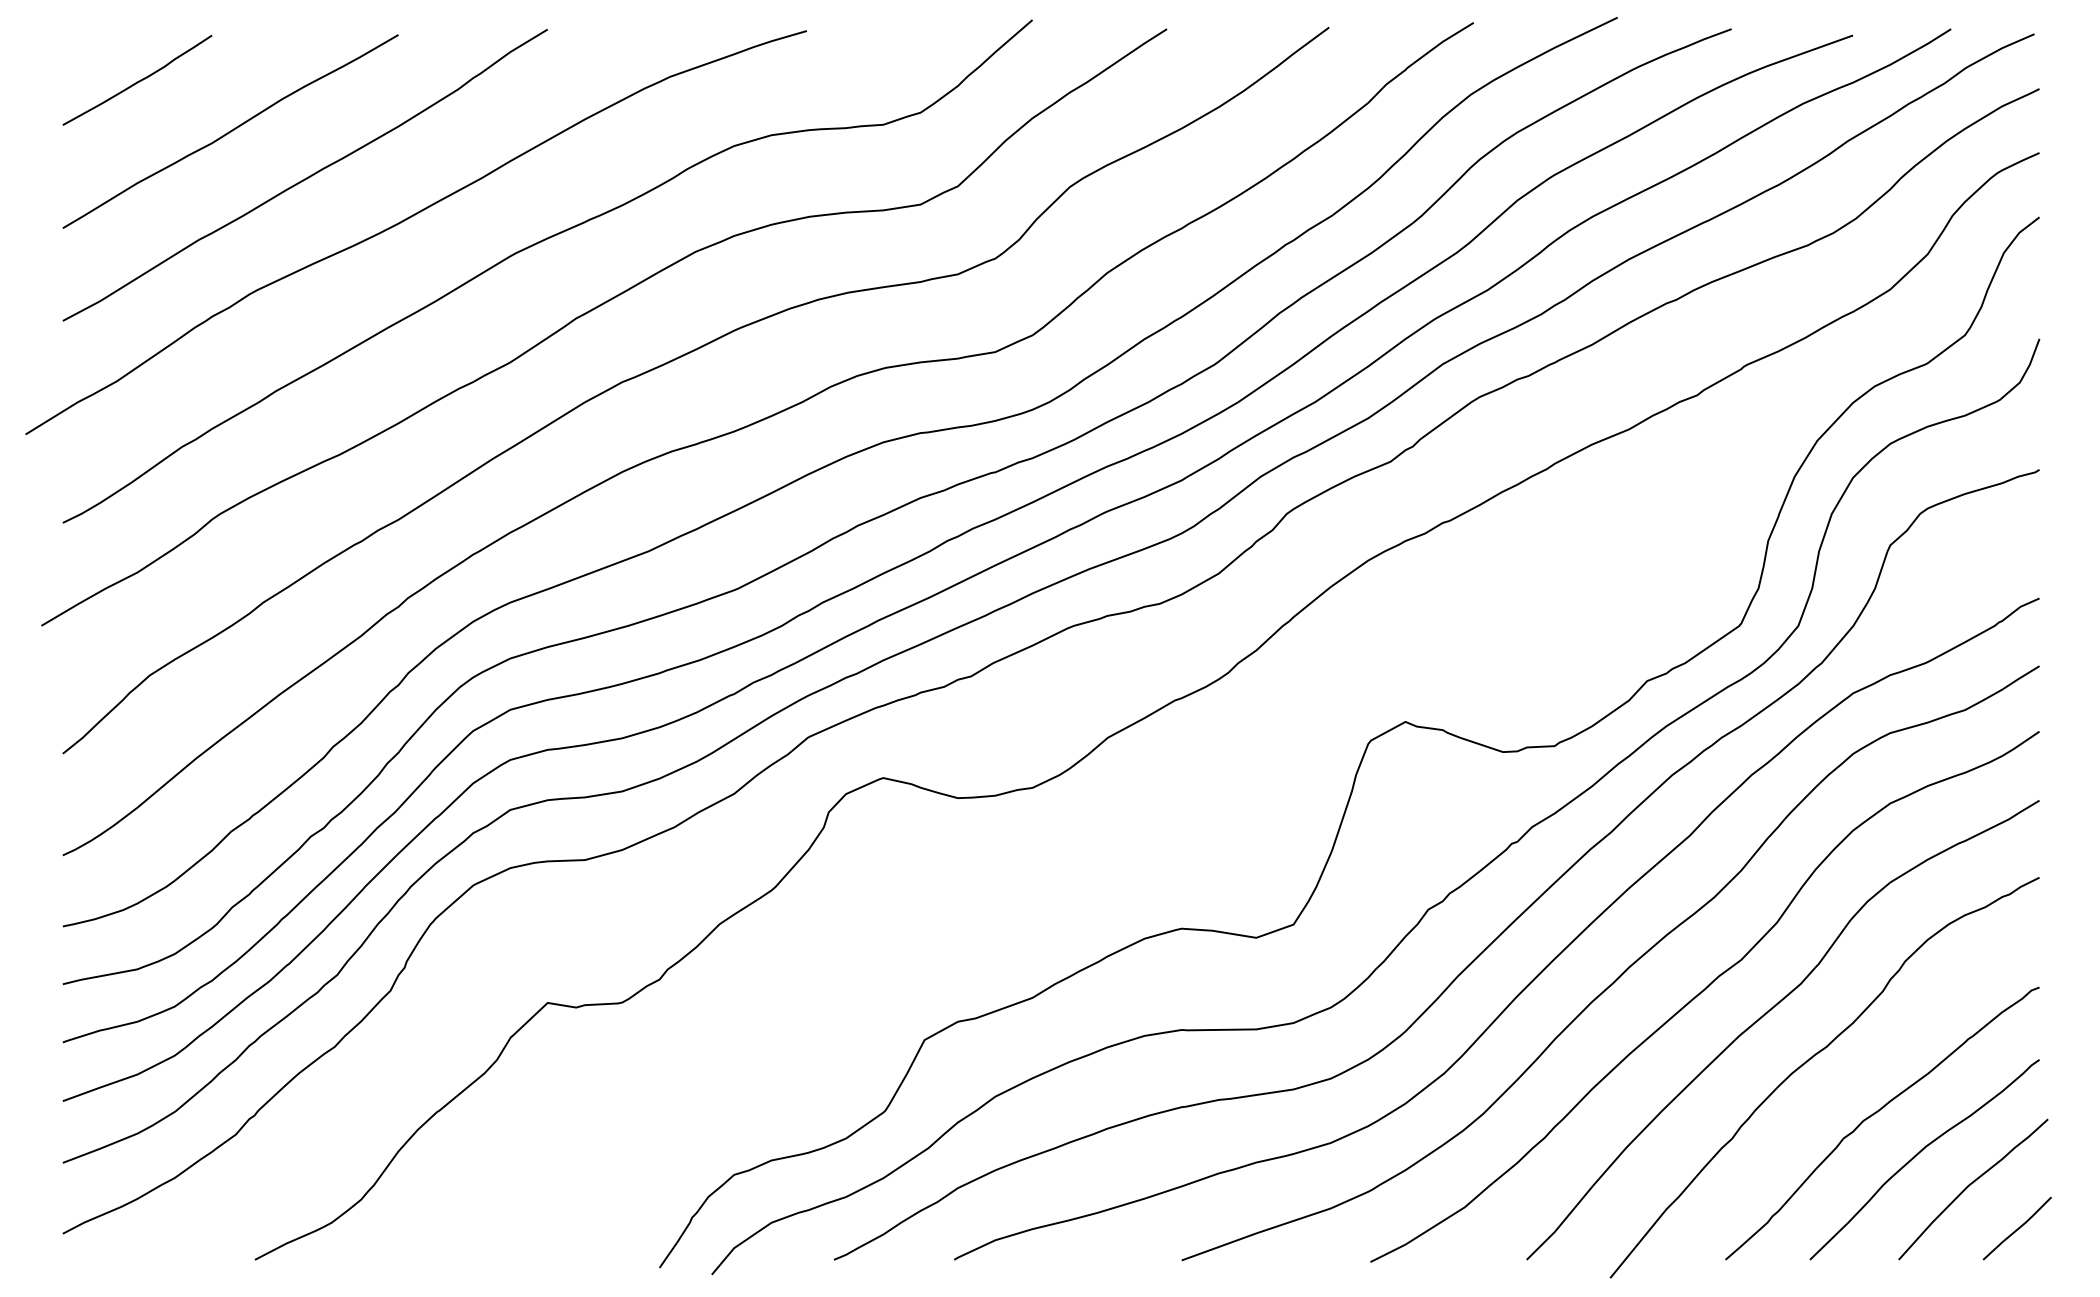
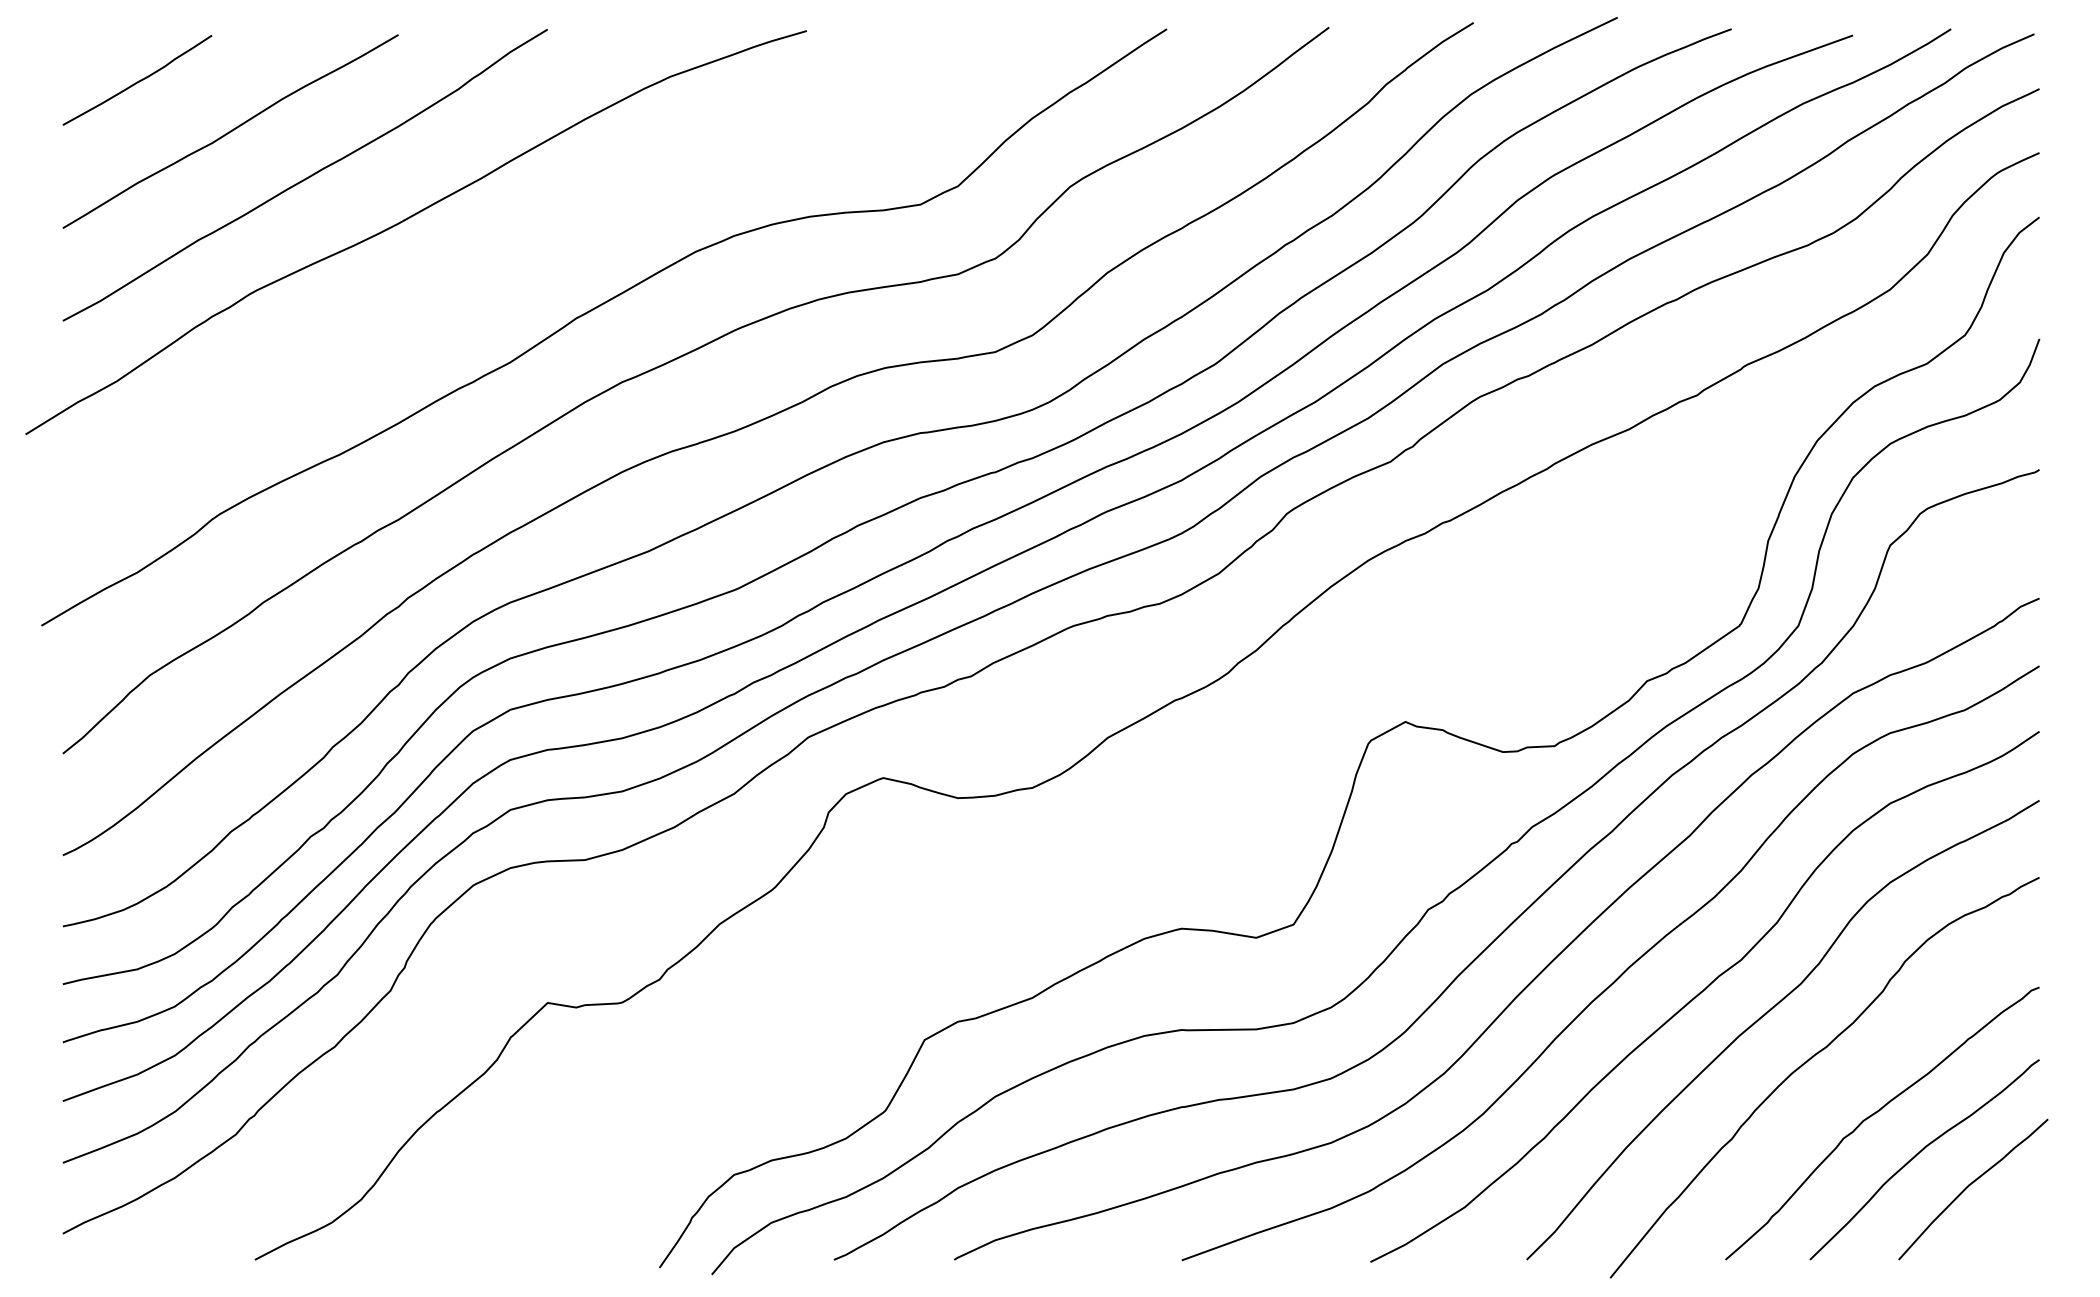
curve at (535, 245): present -> none
line at (2017, 1228): present -> none
